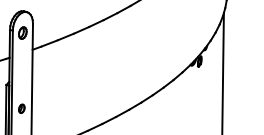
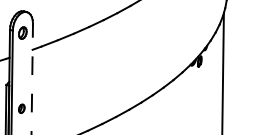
line at (32, 78): solid -> dashed
